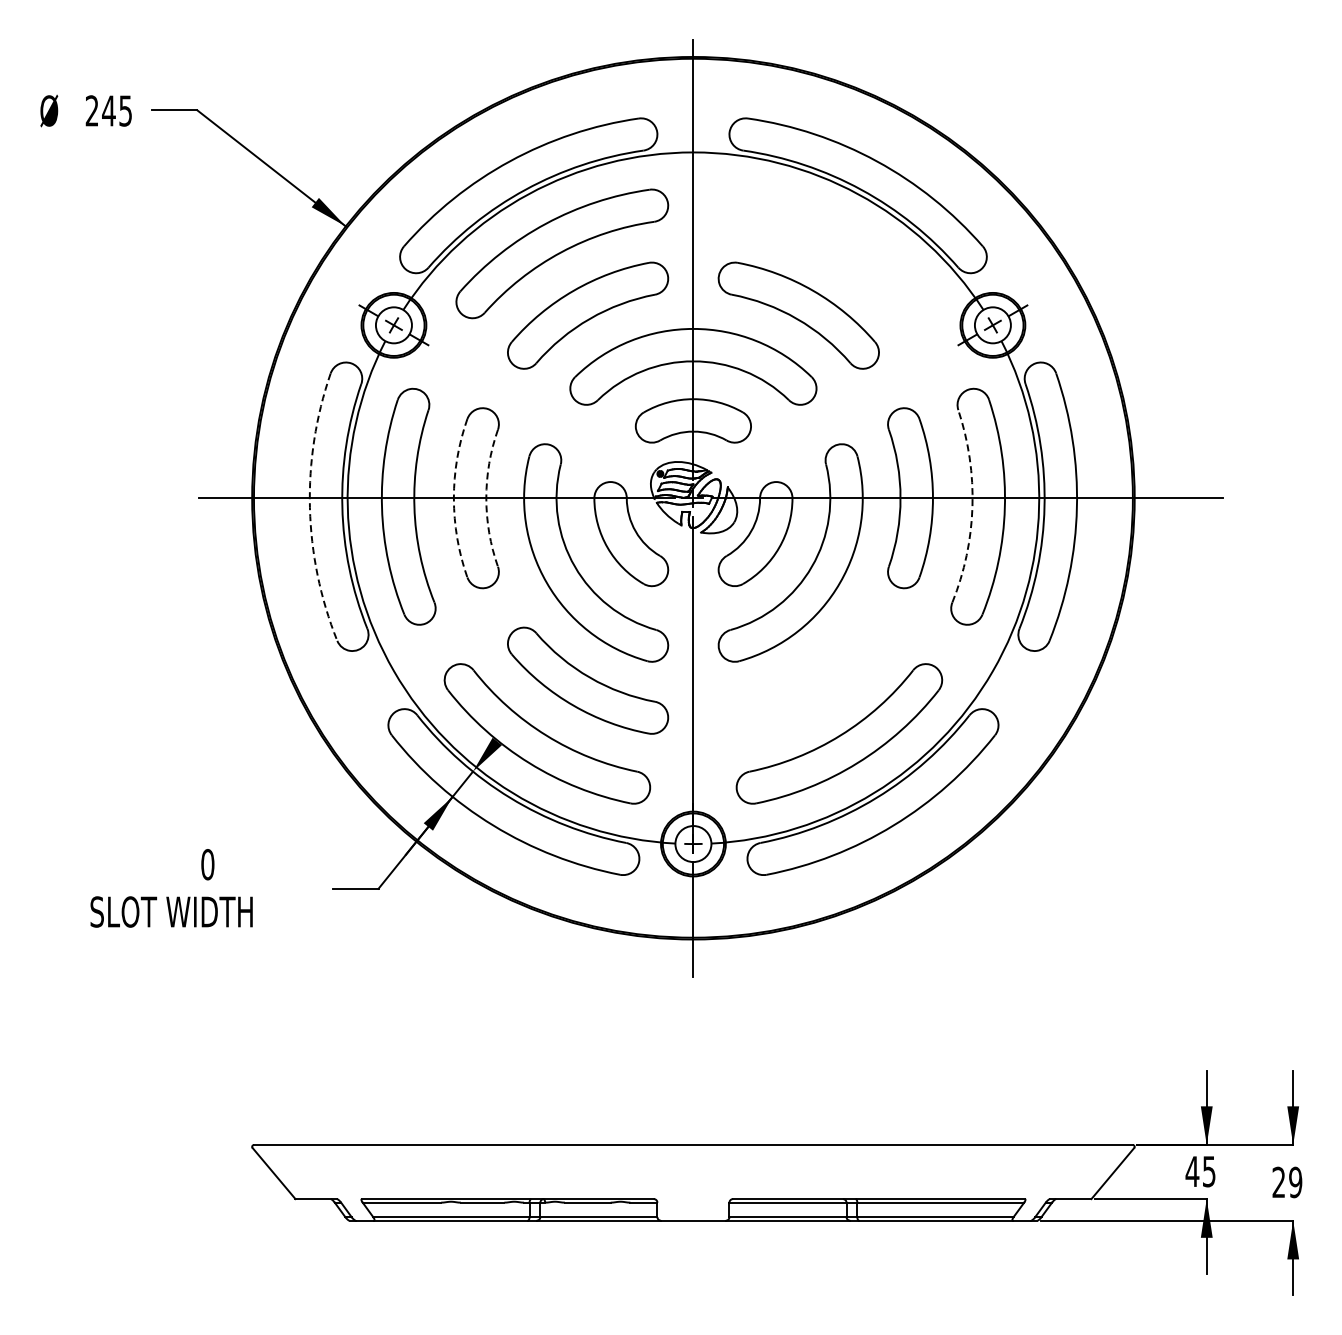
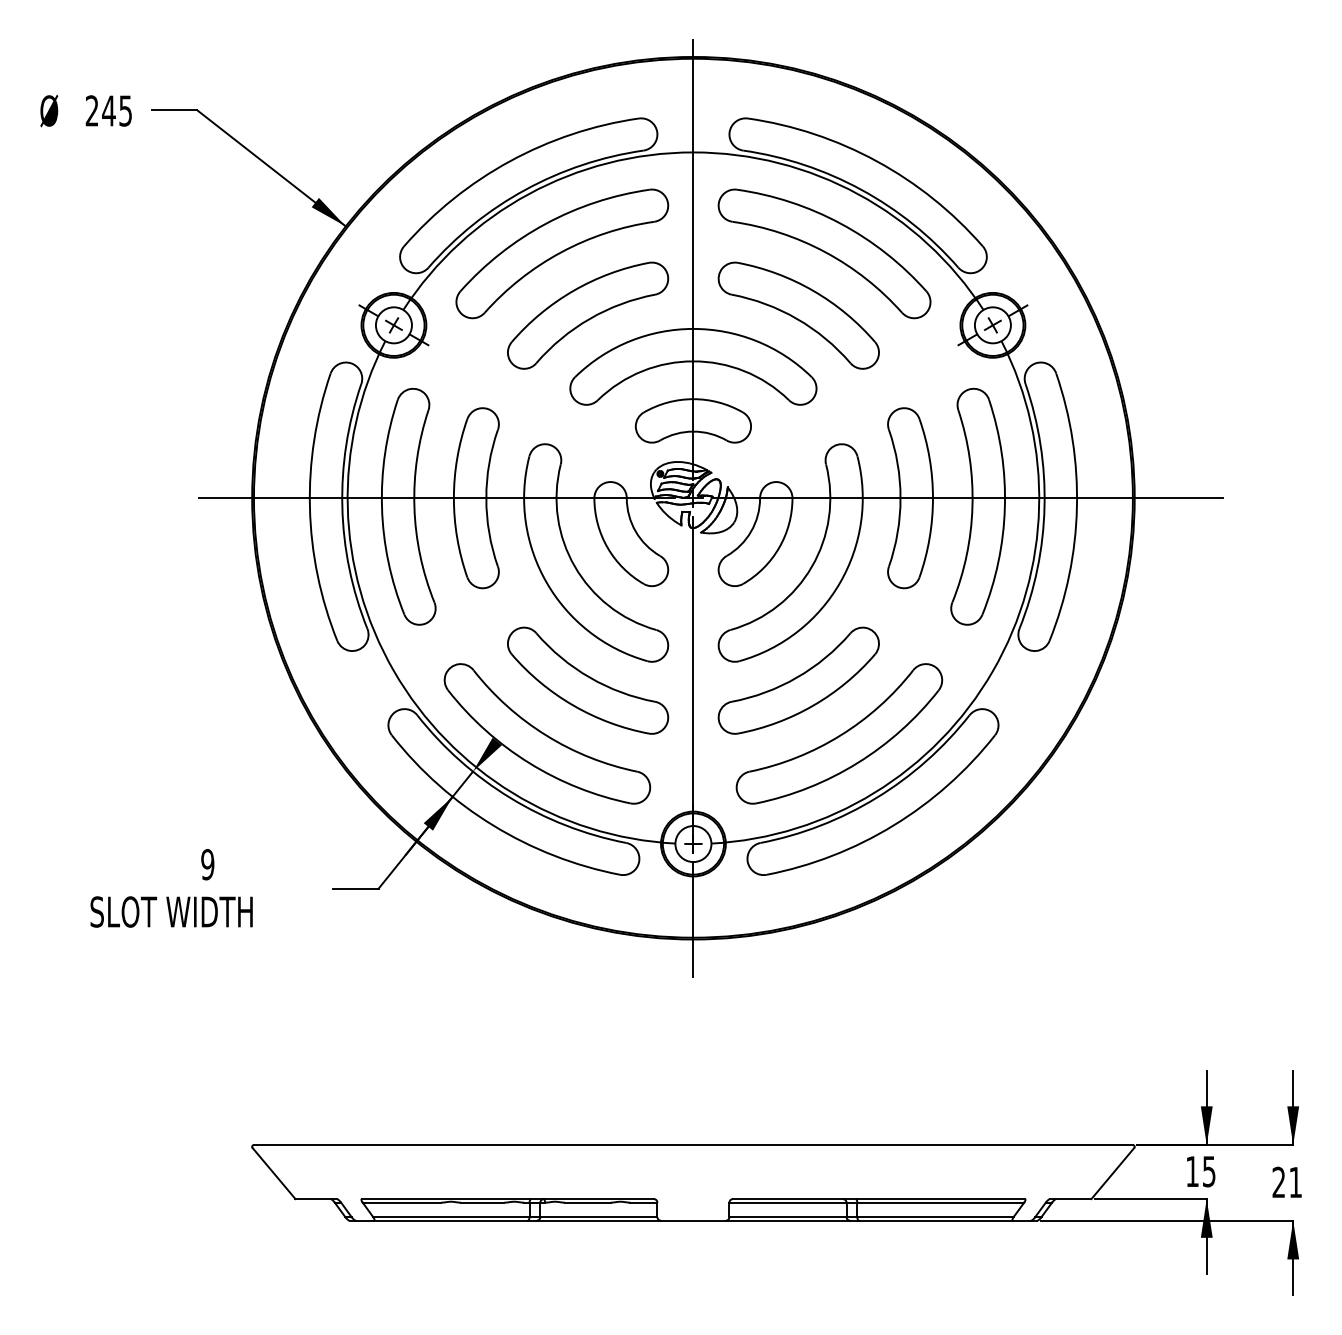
part at (824, 253): none -> present
arc at (453, 498): dashed -> solid
arc at (486, 498): dashed -> solid
arc at (972, 506): dashed -> solid
arc at (309, 507): dashed -> solid
part at (798, 680): none -> present
text at (207, 864): 0 -> 9
text at (1192, 1171): 45 -> 15
text at (1295, 1182): 29 -> 21
